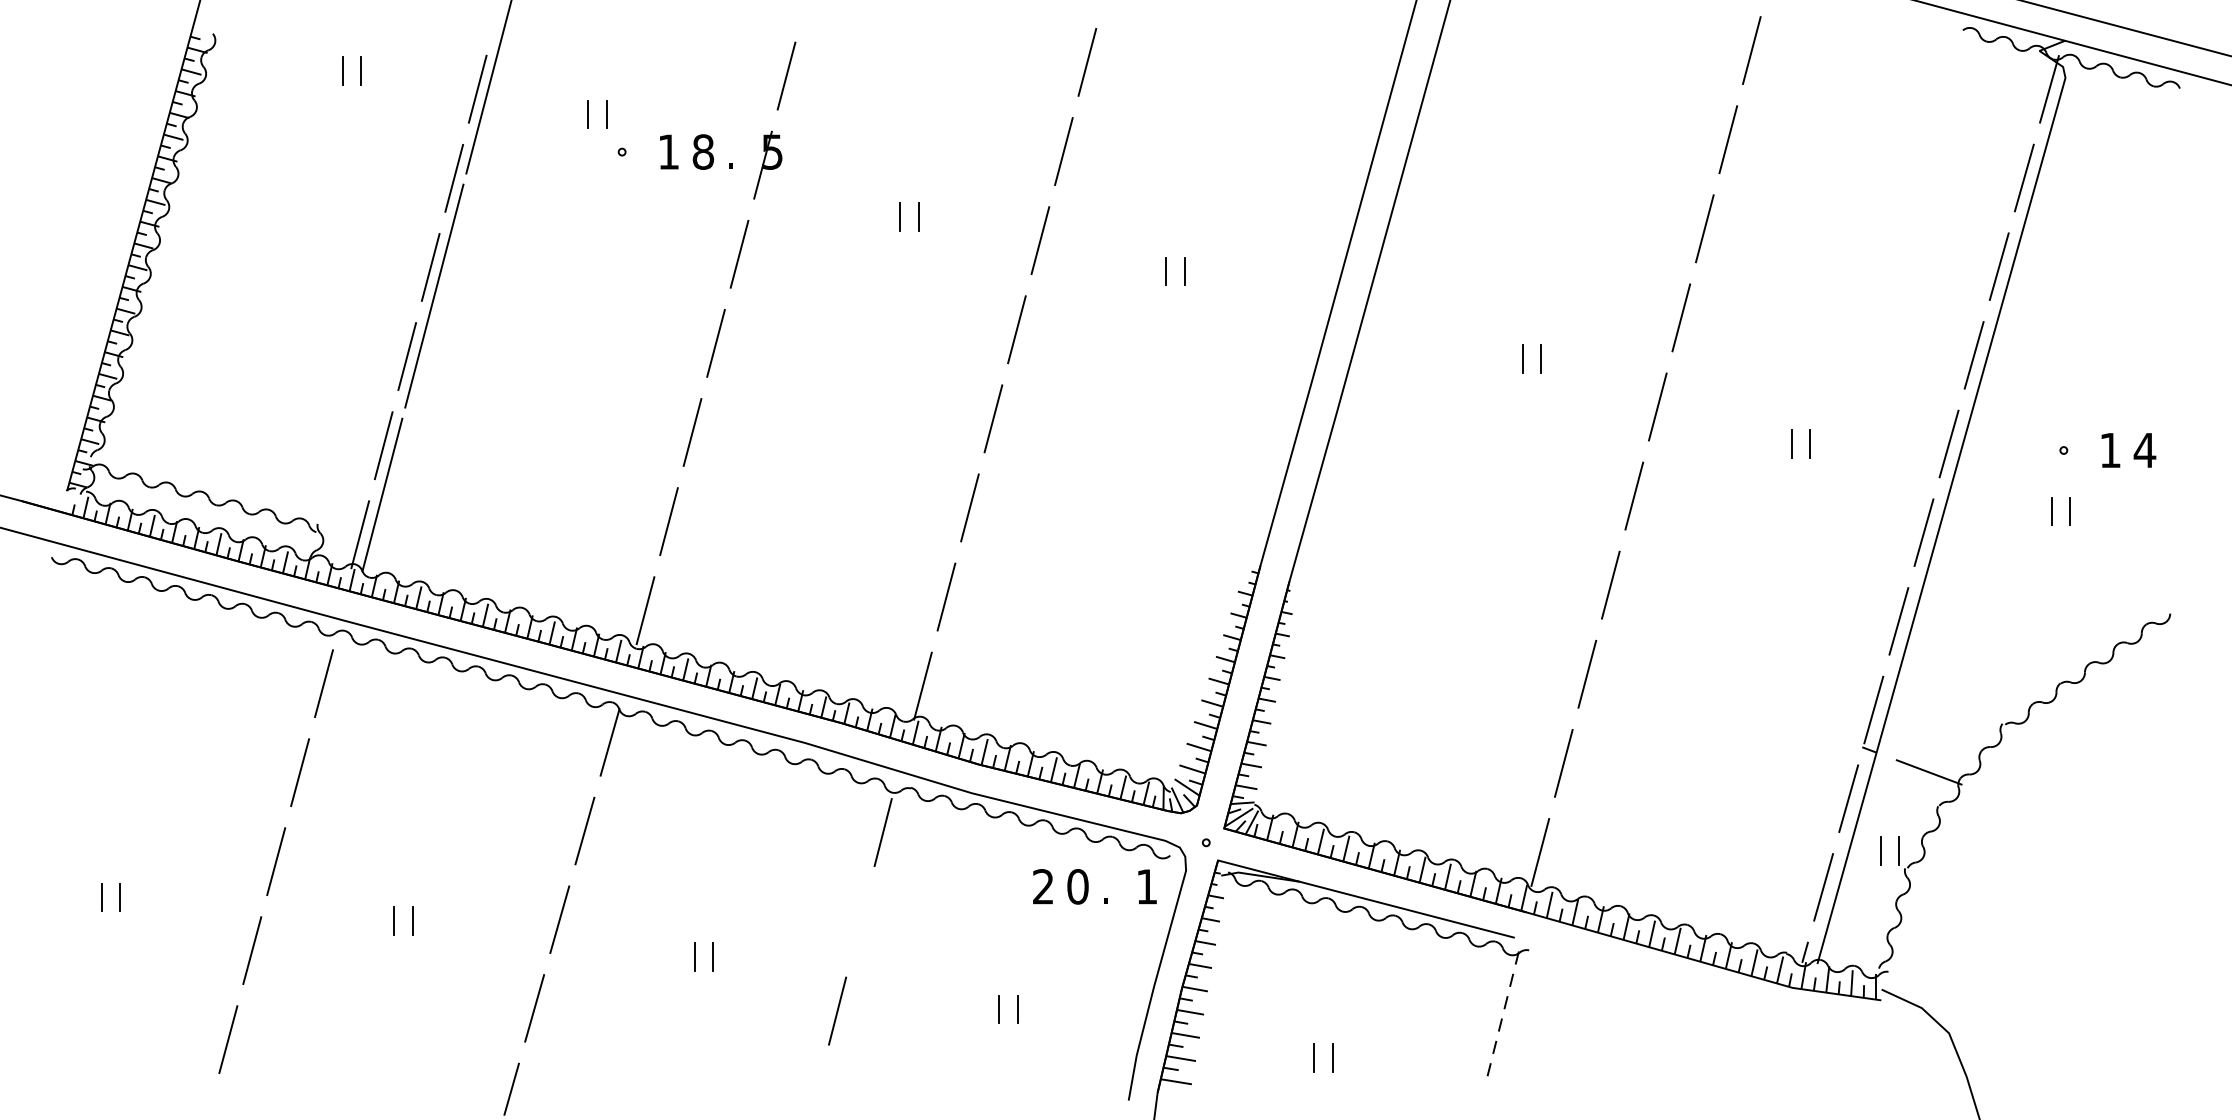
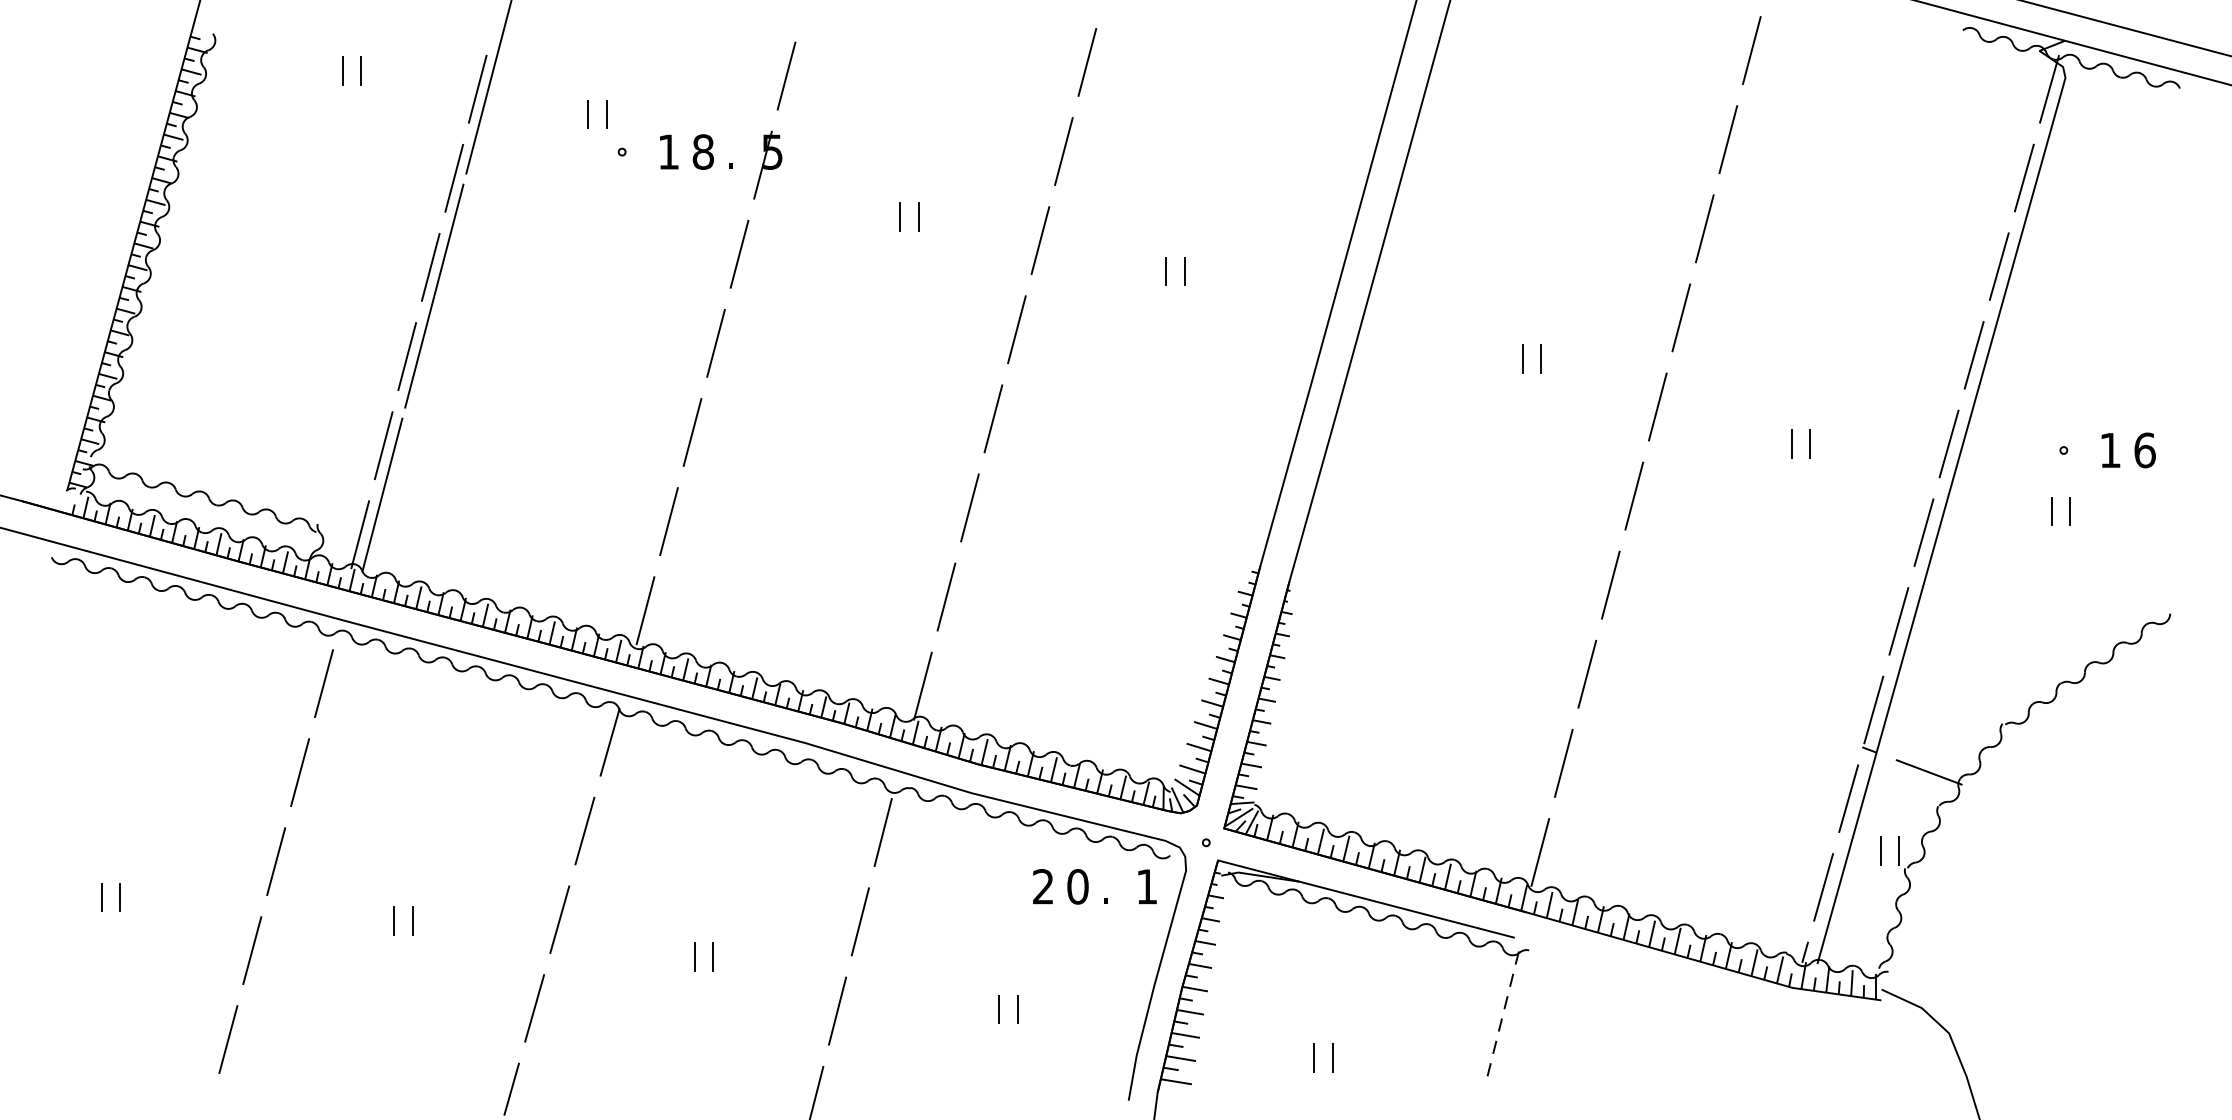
text at (2144, 450): 4 -> 6
line at (859, 921): none -> present
line at (816, 1091): none -> present
